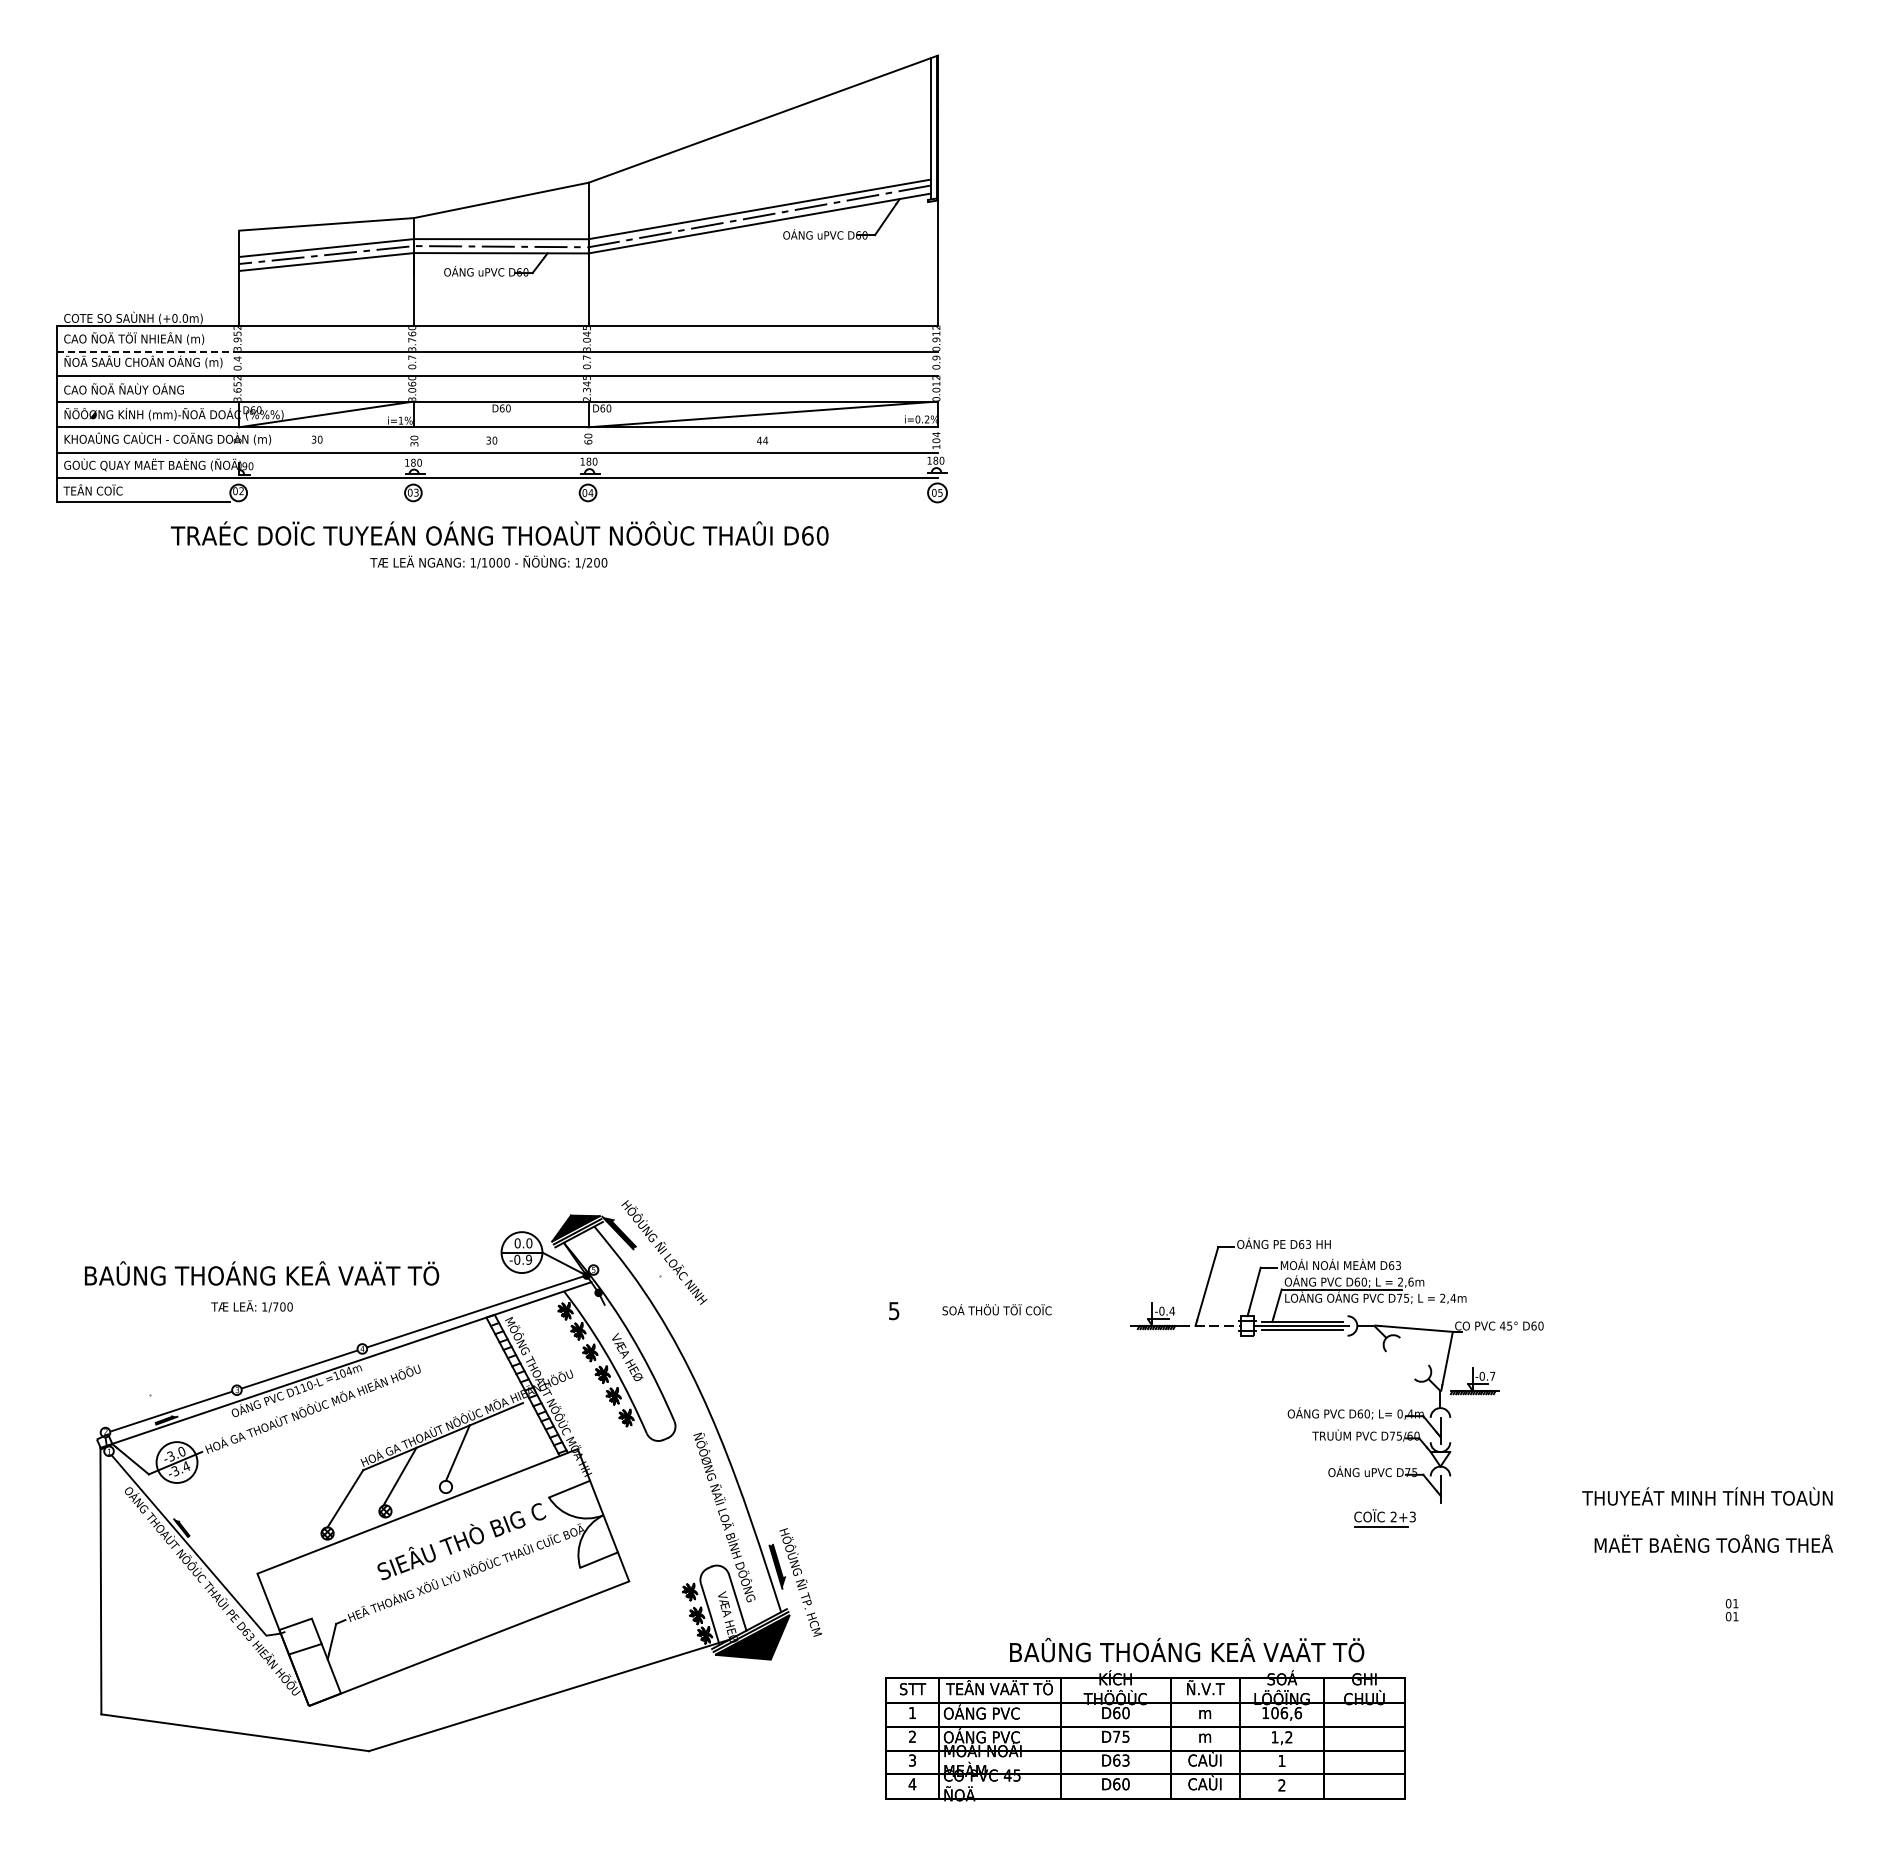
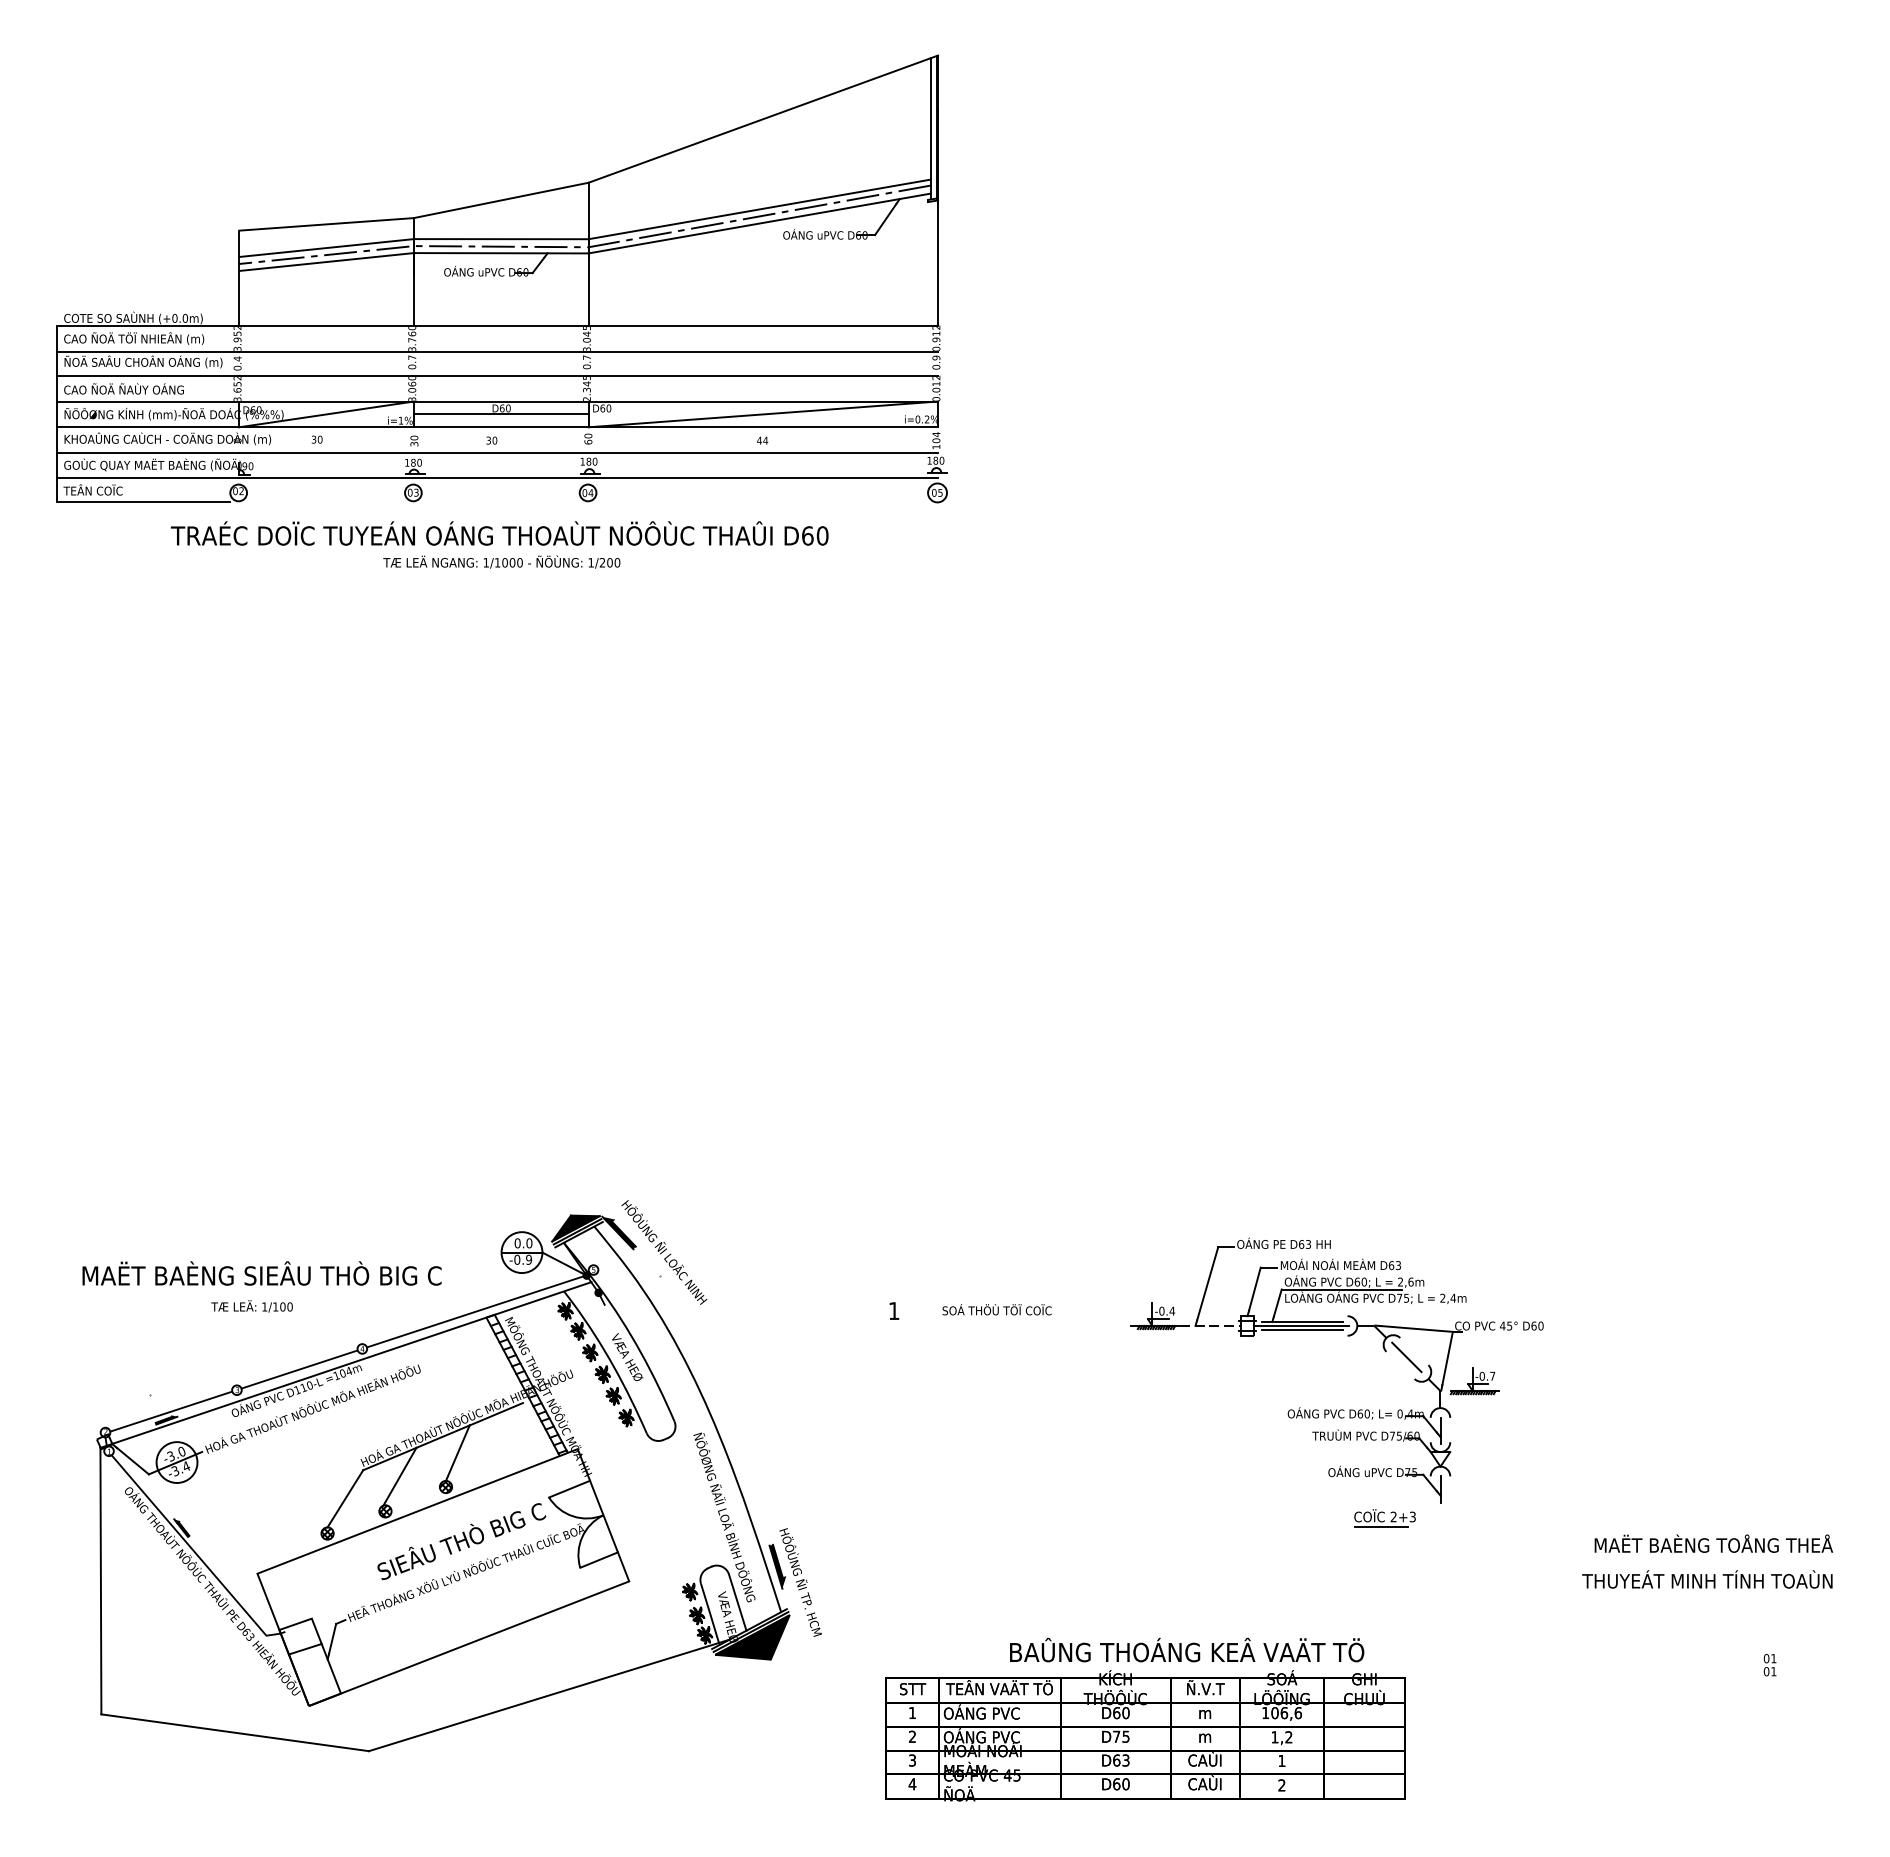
line at (148, 351): dashed -> solid
line at (500, 414): none -> present
text at (488, 561) position: (488, 561) -> (501, 561)
text at (261, 1273): BAÛNG THOÁNG KEÂ VAÄT TÖ -> MAËT BAÈNG SIEÂU THÒ BIG C
text at (275, 1306): 1/700 -> 1/100
text at (894, 1311): 5 -> 1
line at (1406, 1357): none -> present
hatch at (445, 1486): none -> present
text at (1707, 1496) position: (1707, 1496) -> (1707, 1579)
text at (1731, 1610) position: (1731, 1610) -> (1769, 1665)
